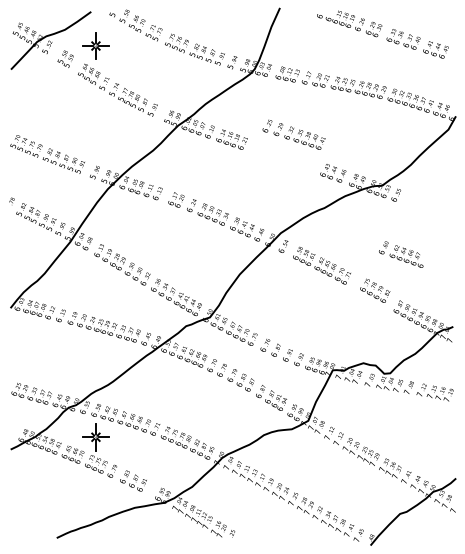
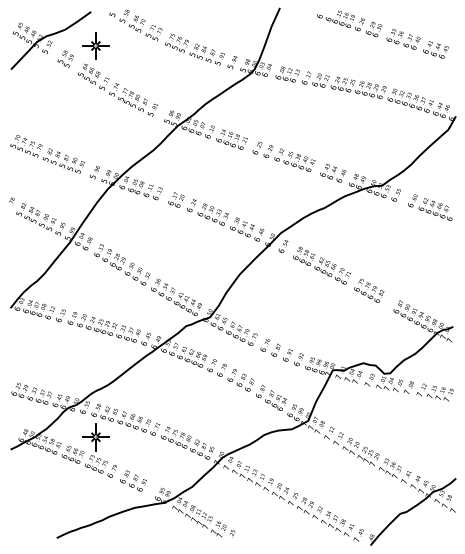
text at (293, 134) position: (293, 134) -> (283, 156)
text at (401, 254) position: (401, 254) -> (430, 207)
text at (375, 290) position: (375, 290) -> (369, 290)
